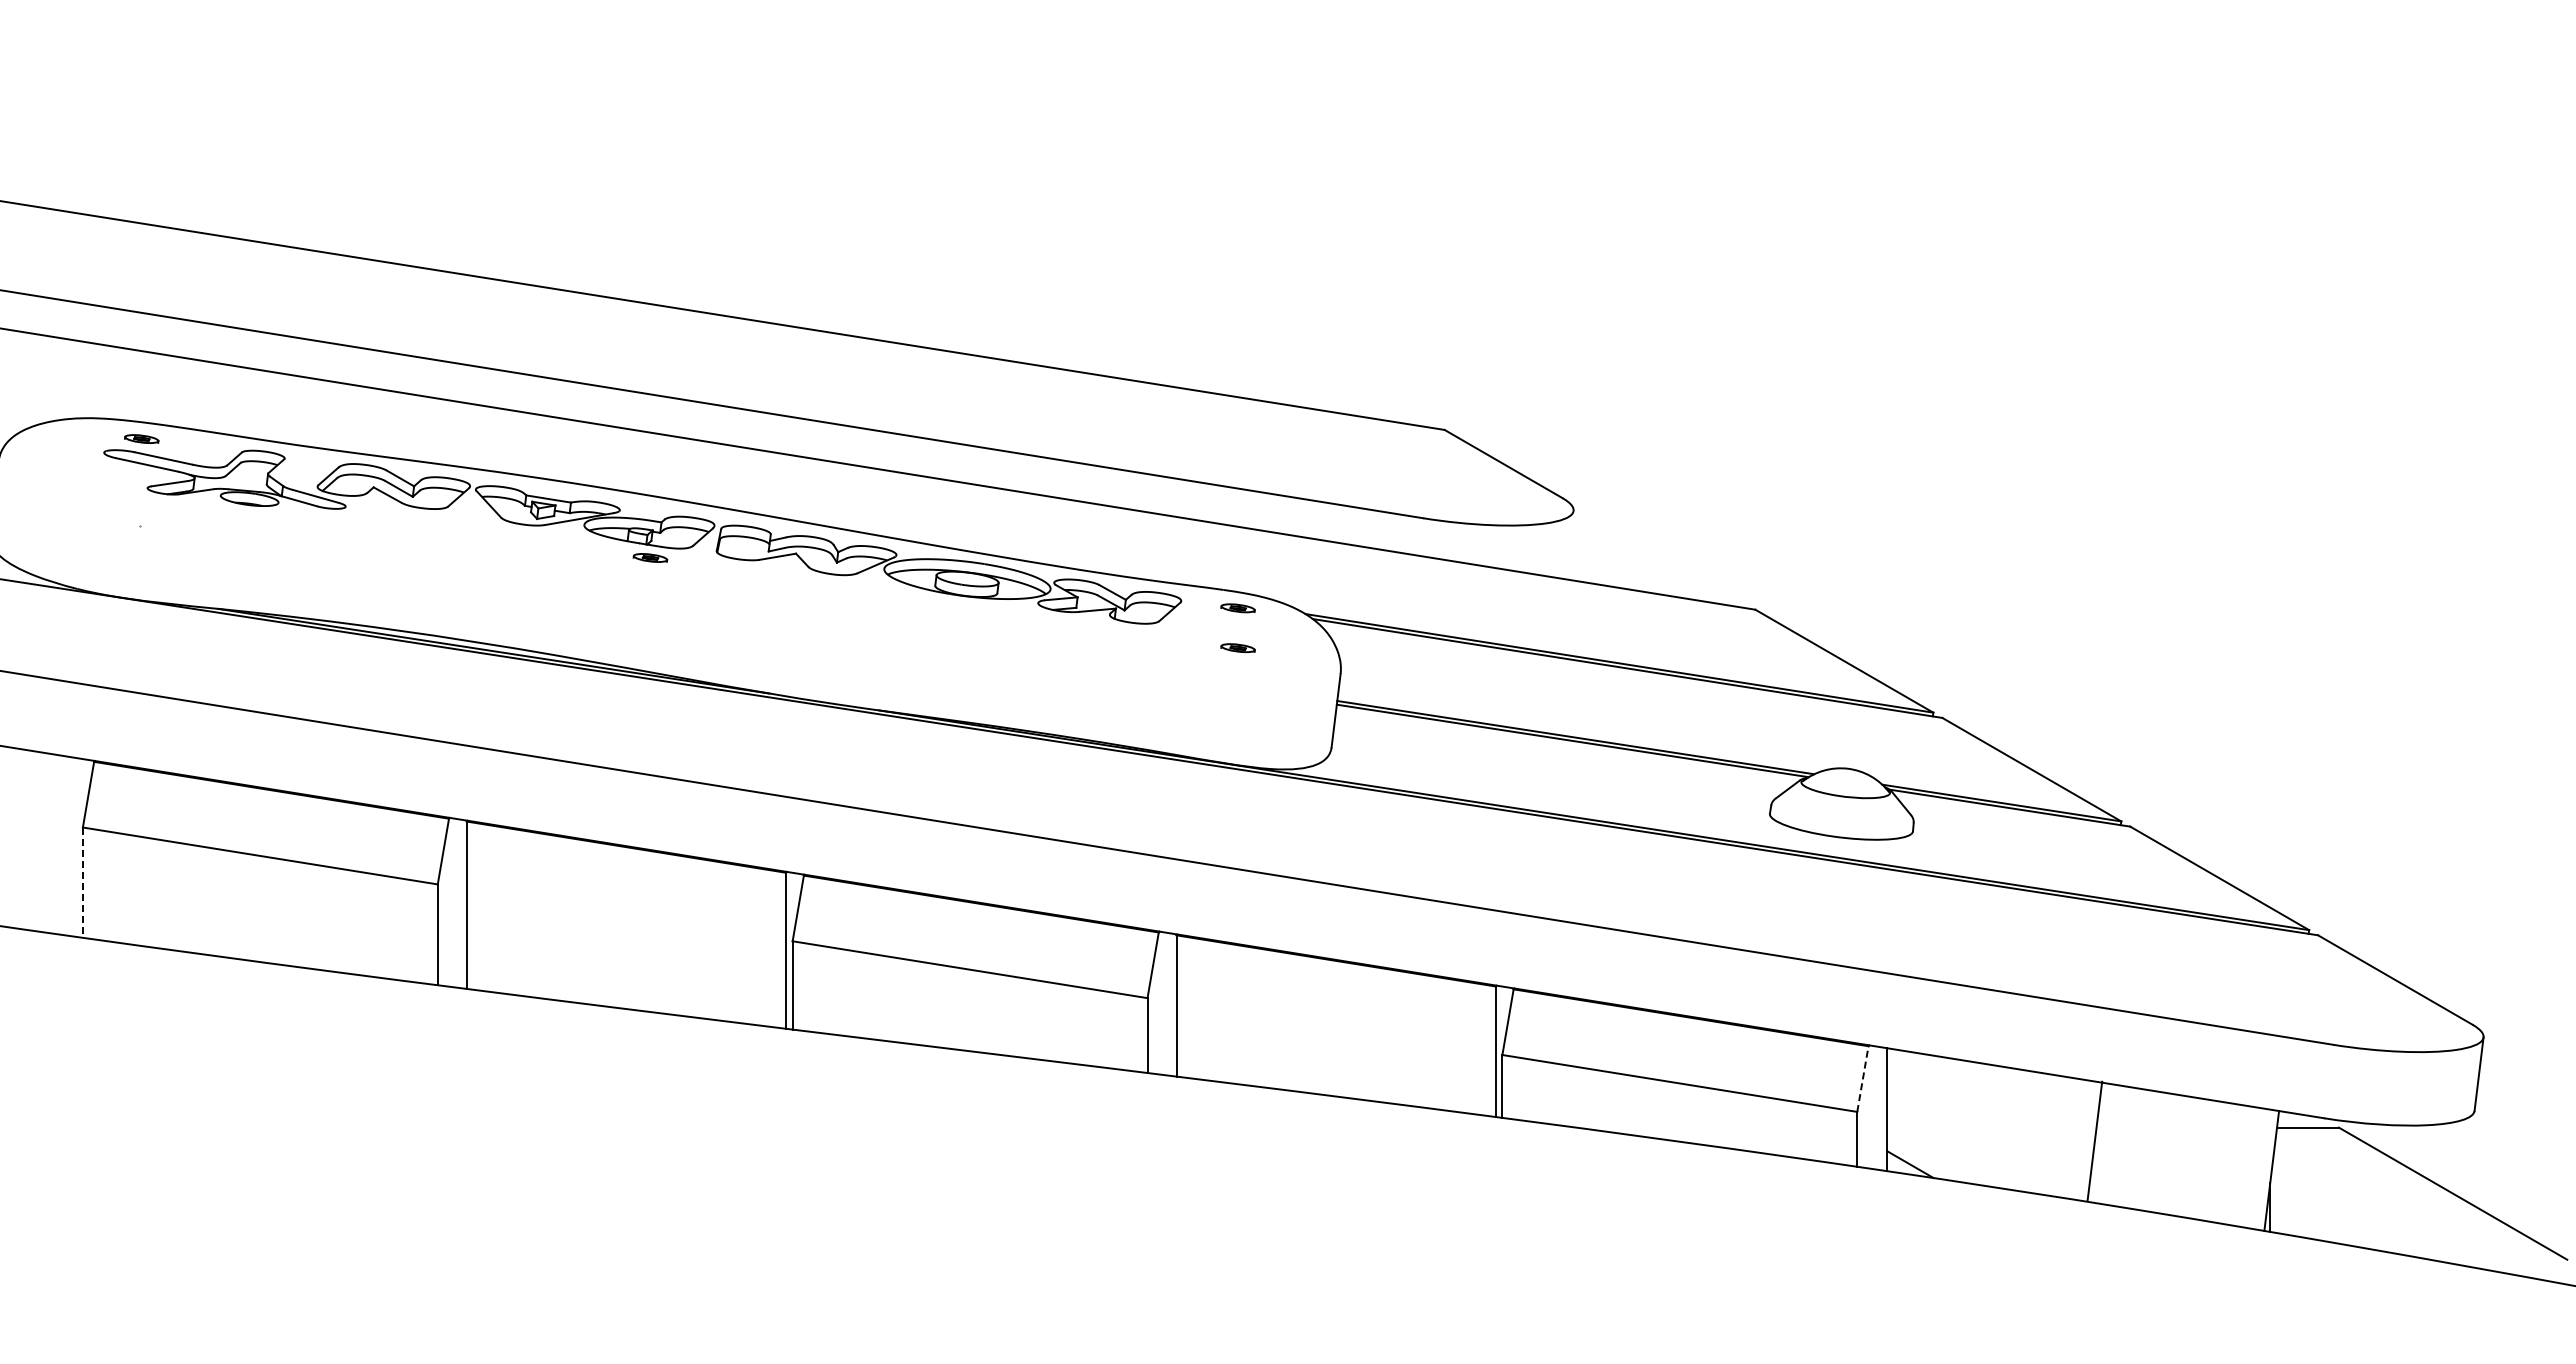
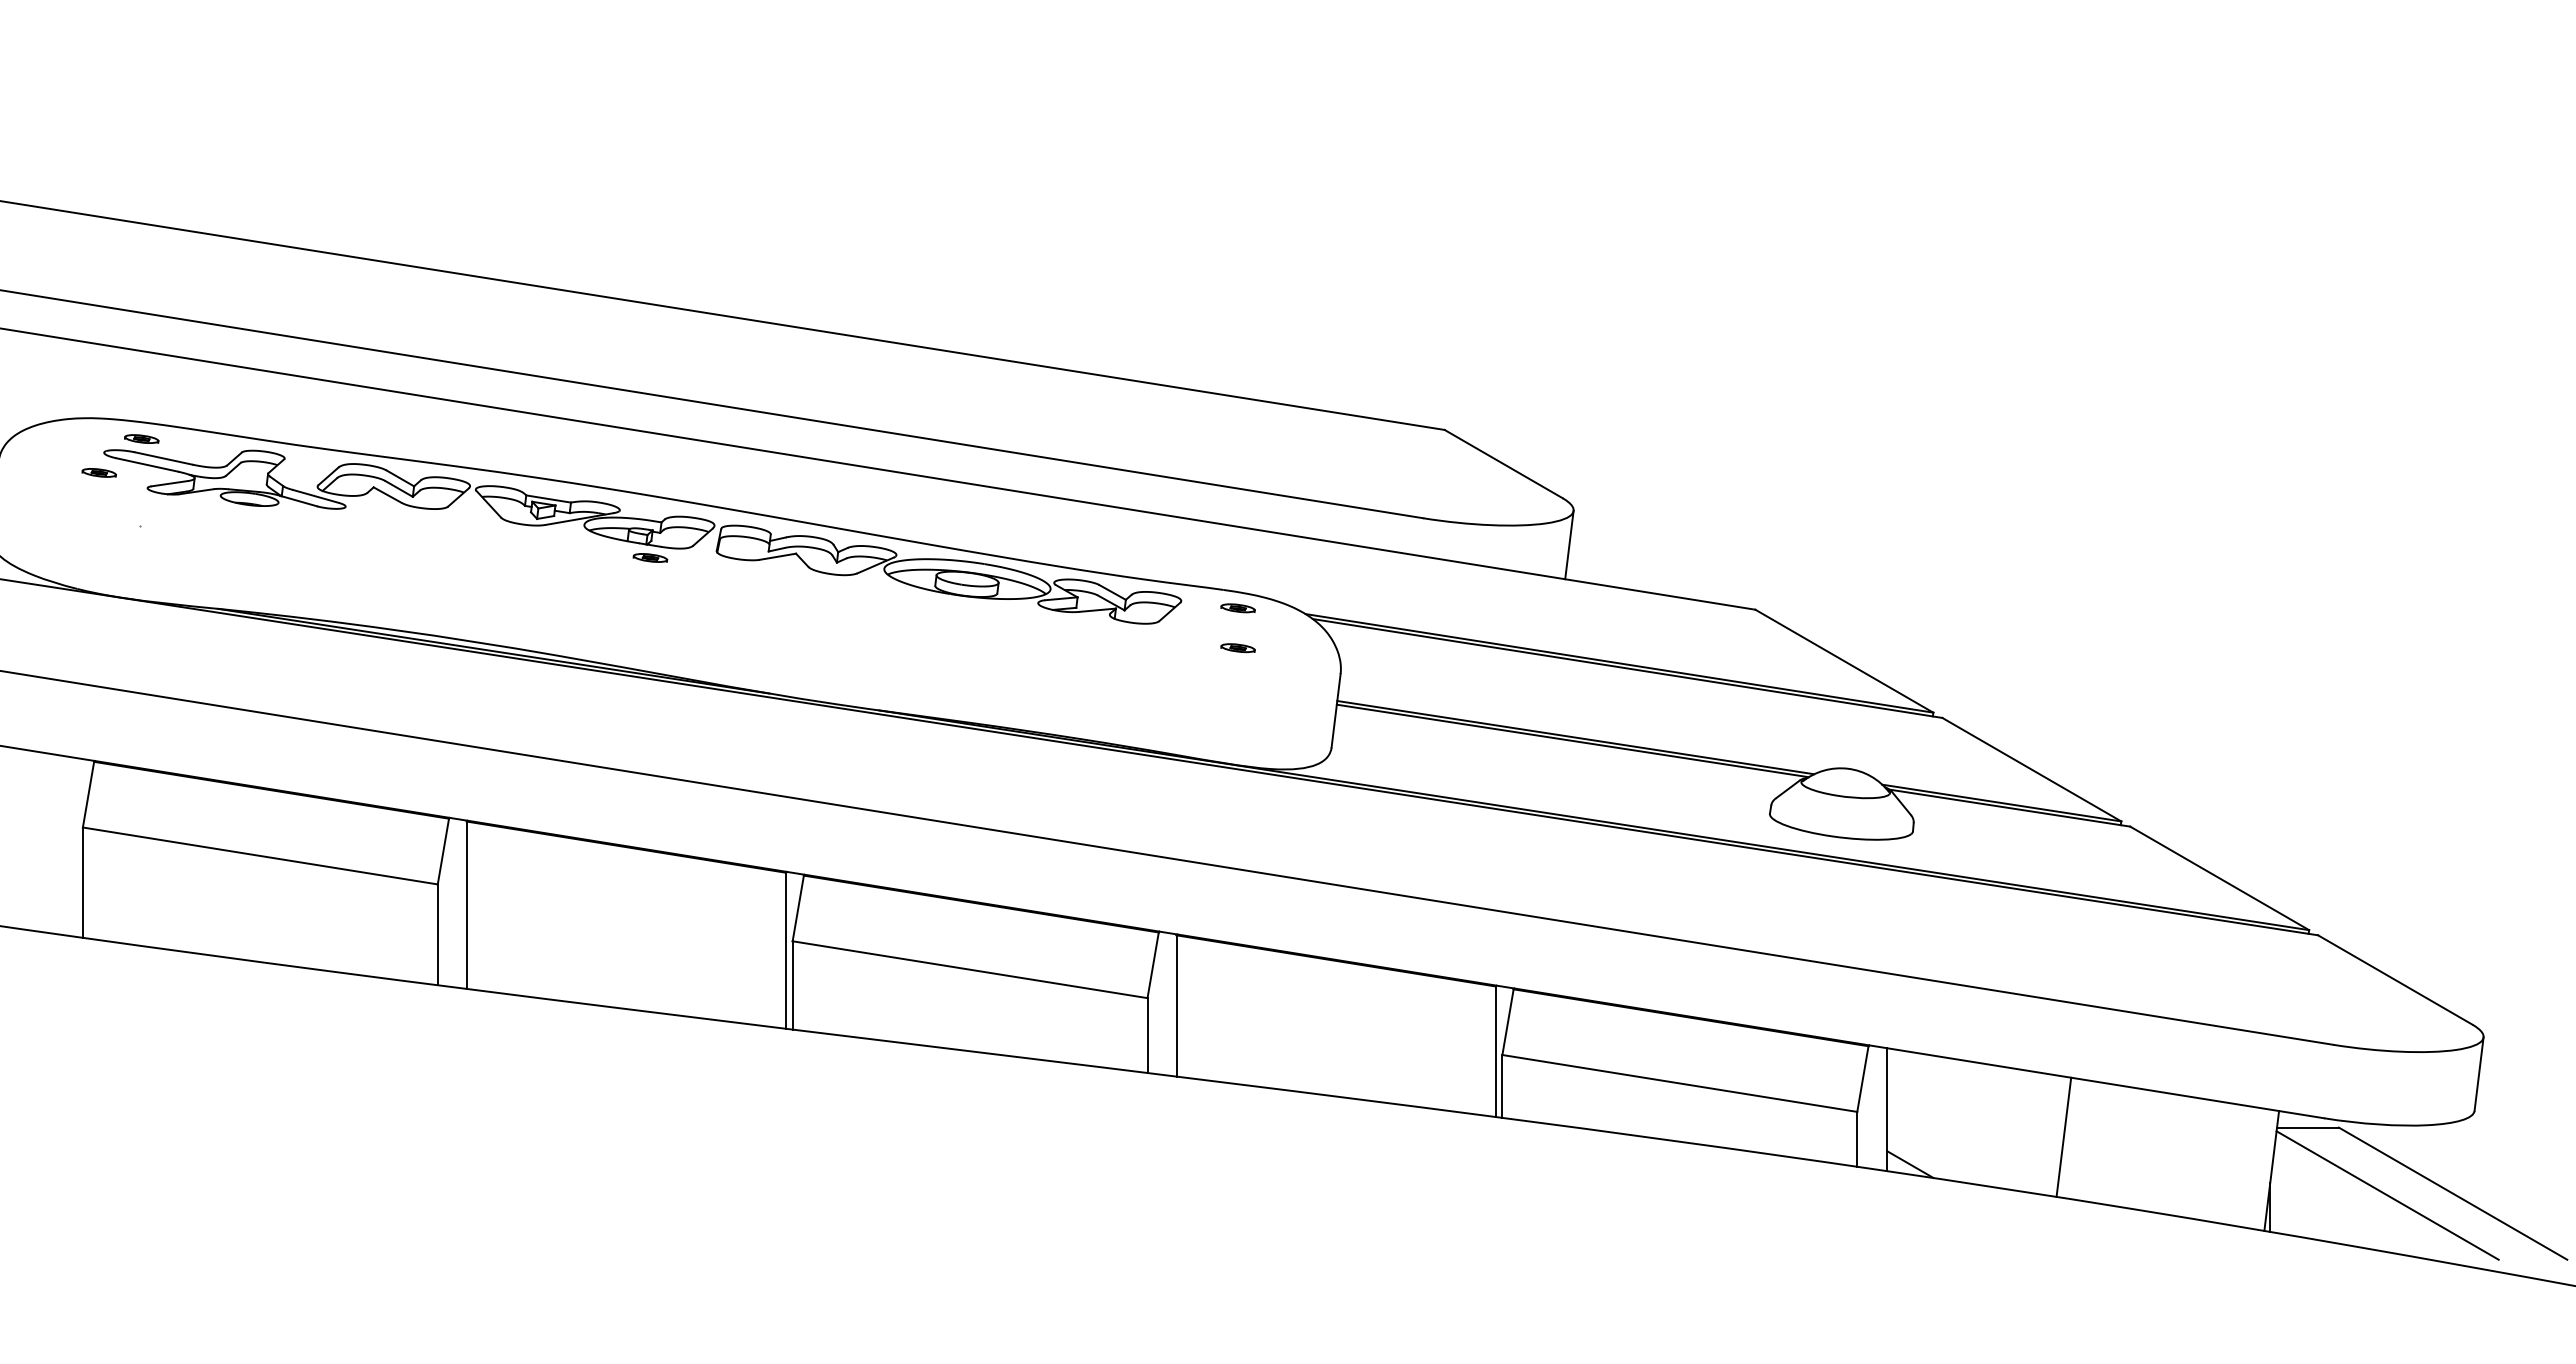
part at (98, 472): none -> present
line at (1569, 544): none -> present
line at (82, 883): dashed -> solid
line at (1862, 1078): dashed -> solid
line at (2094, 1140) position: (2094, 1140) -> (2063, 1136)
line at (2387, 1195): none -> present
